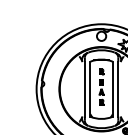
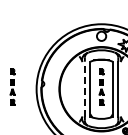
part at (12, 86): none -> present
line at (84, 89): solid -> dashed
